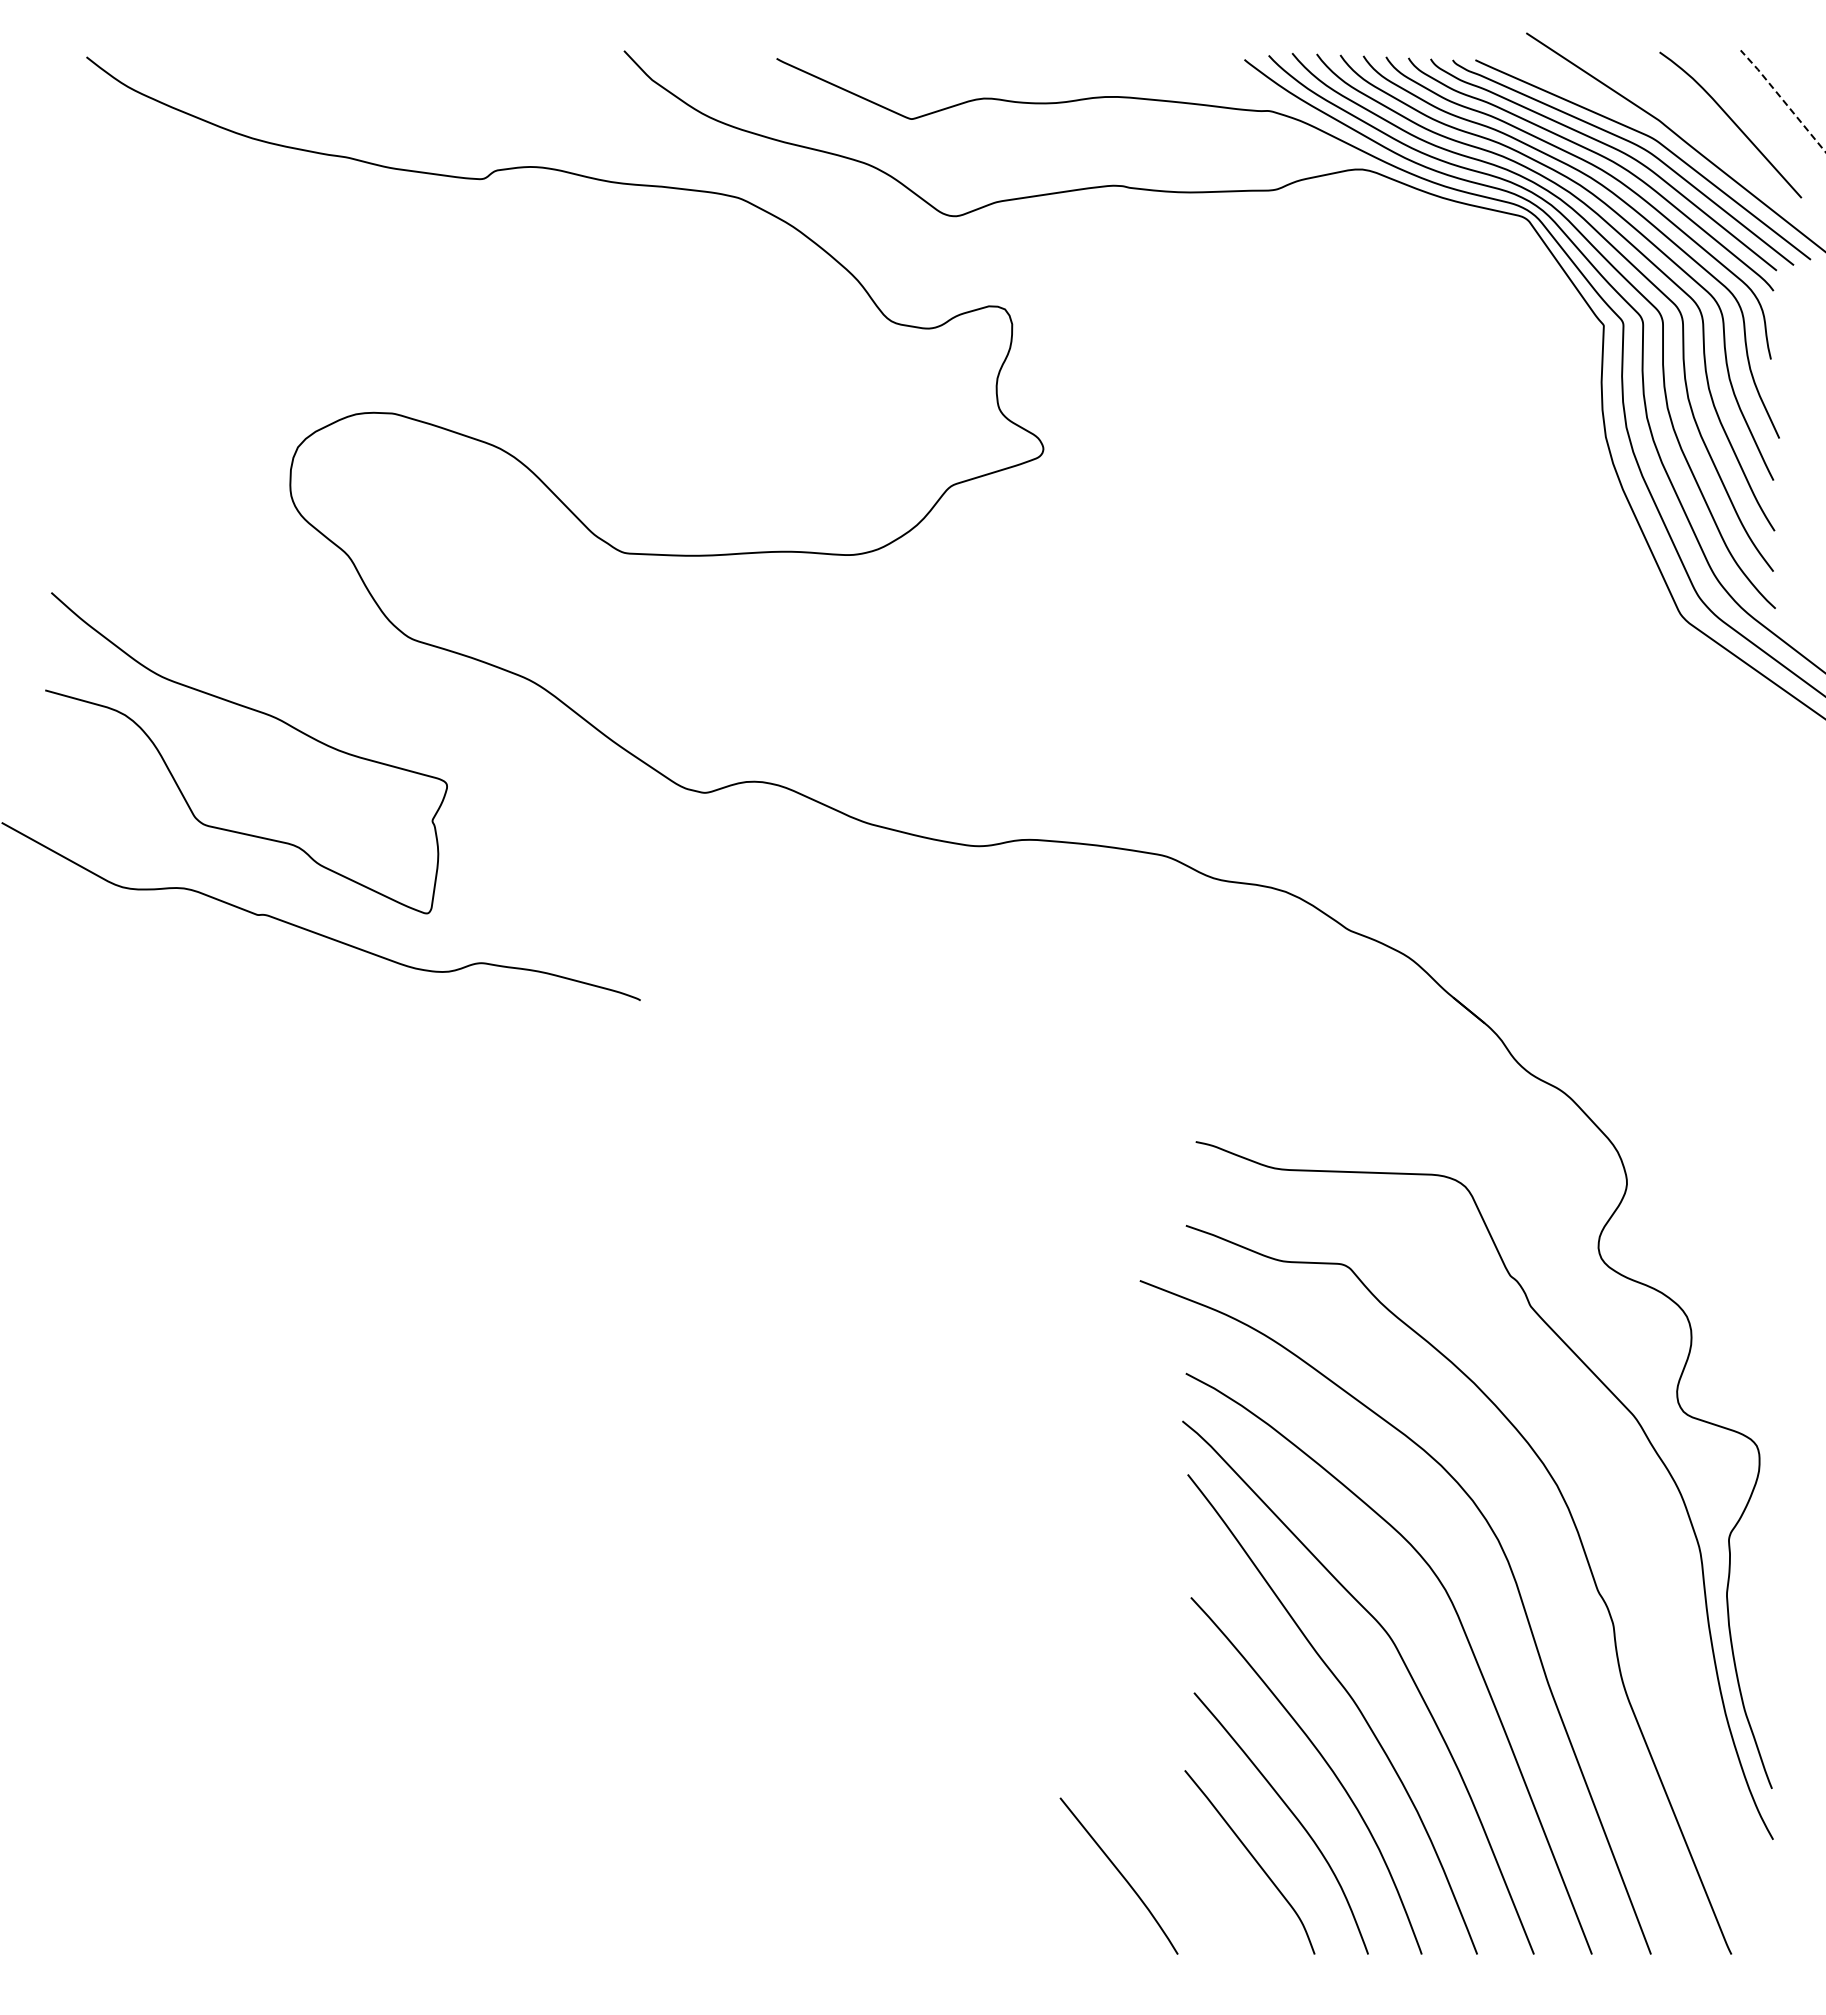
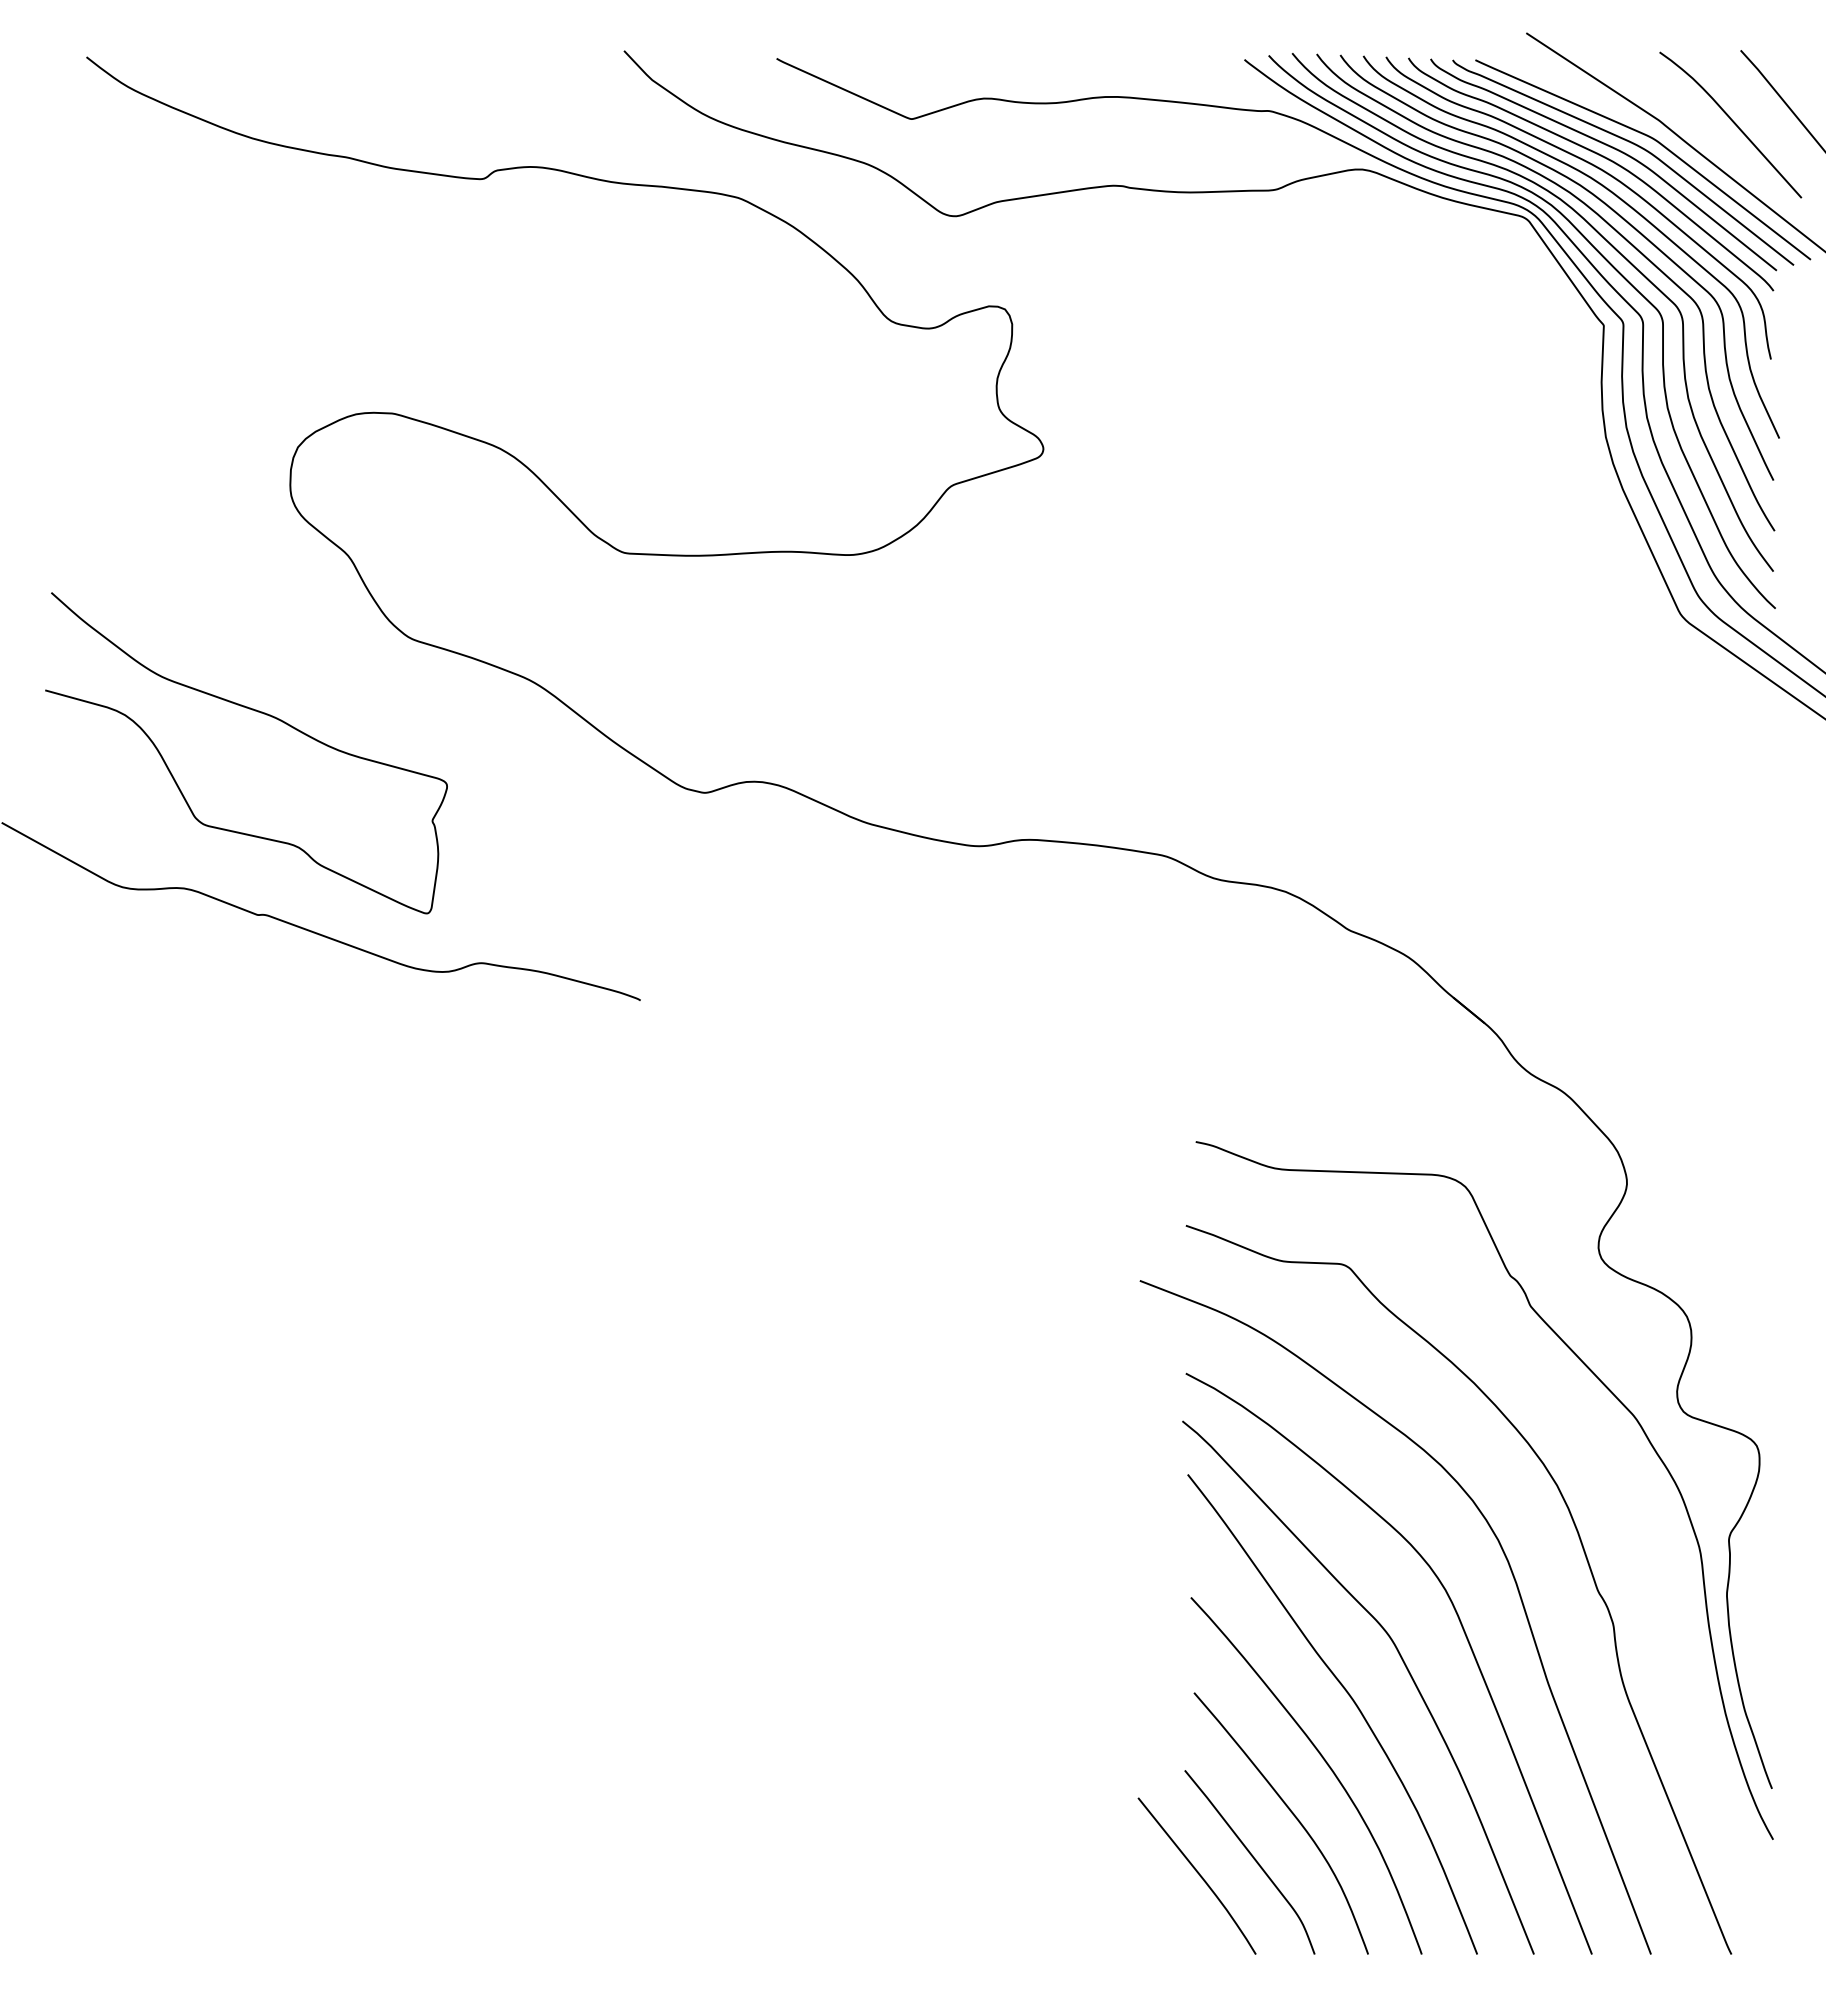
line at (1783, 100): dashed -> solid
curve at (1119, 1873) position: (1119, 1873) -> (1197, 1873)
